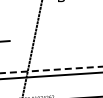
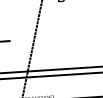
line at (51, 69): dashed -> solid
